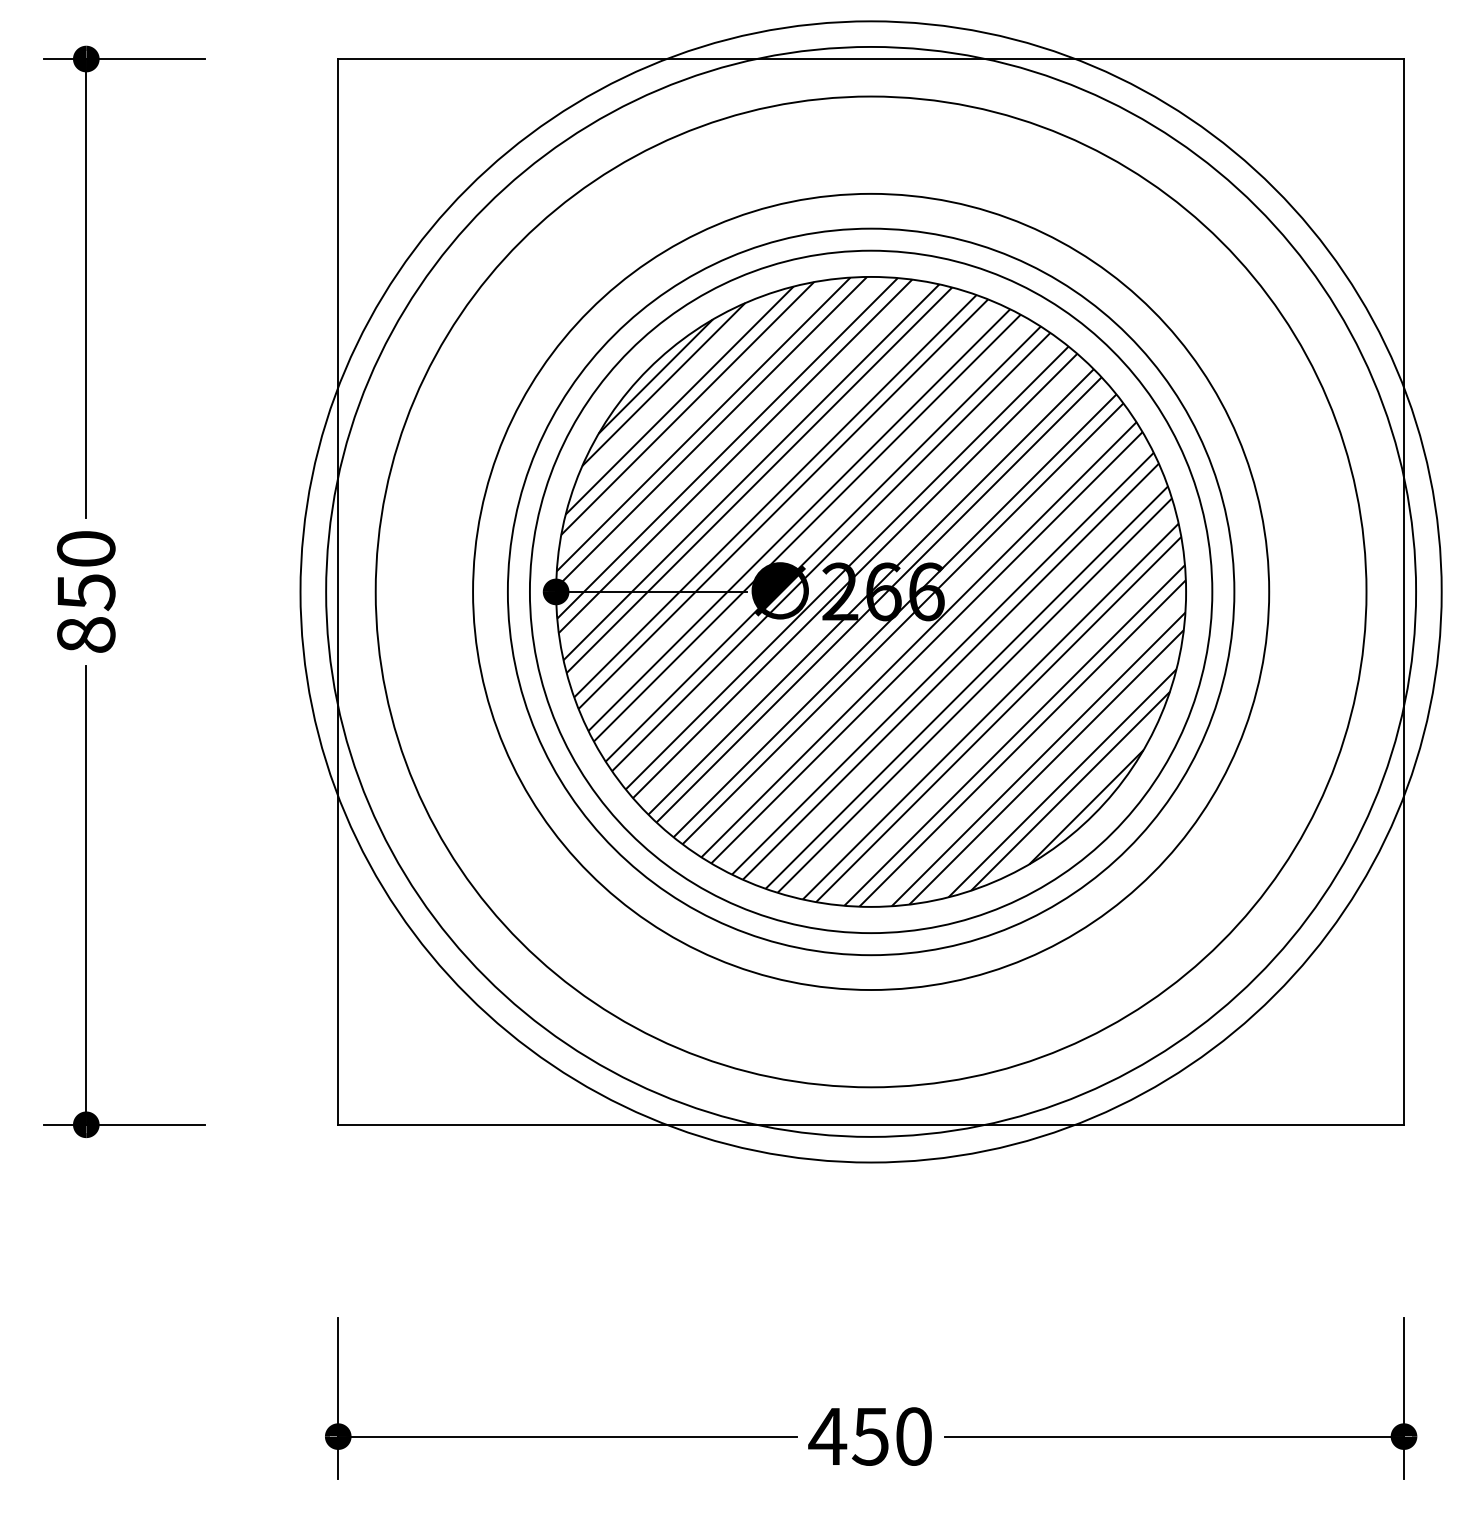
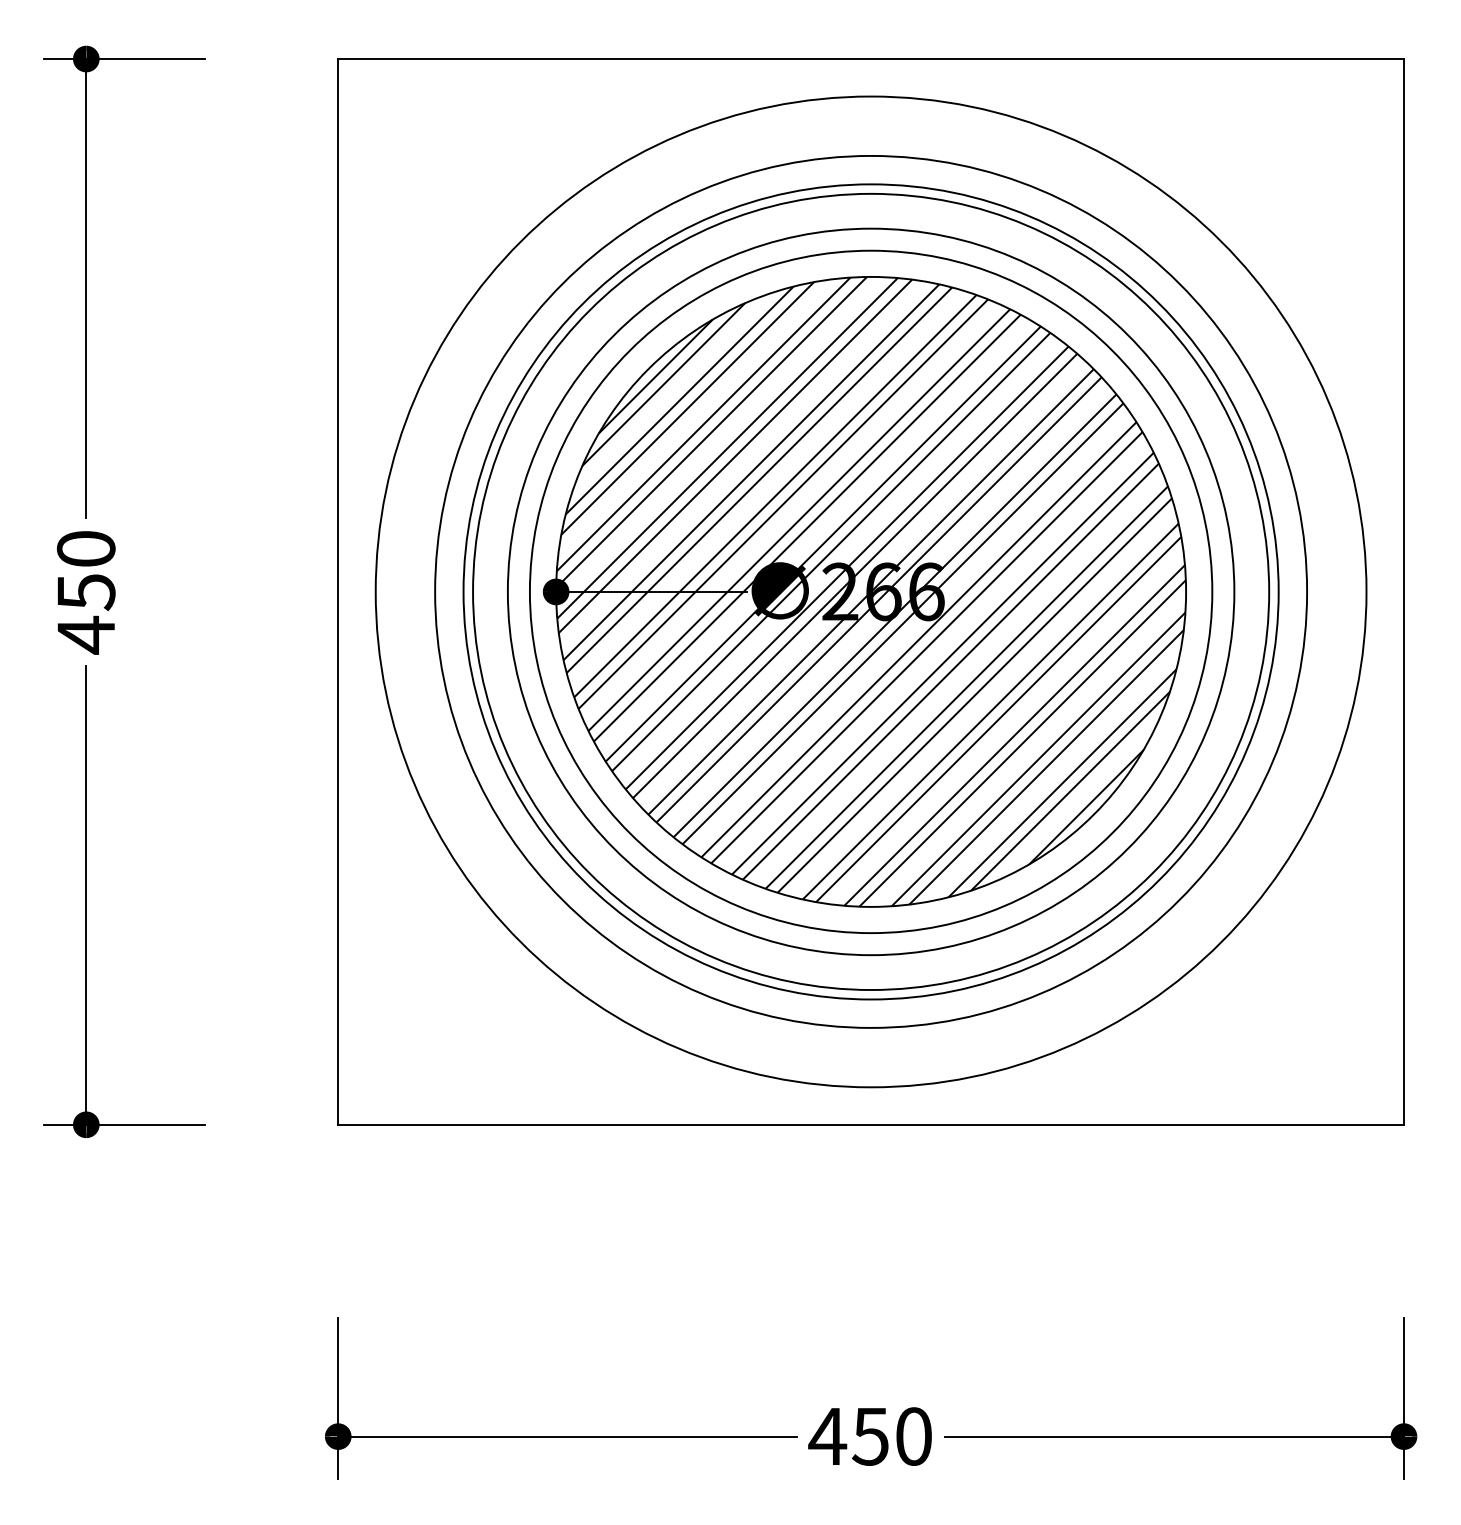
circle at (870, 591) diameter: 1141 px -> 815 px
circle at (871, 591) diameter: 1090 px -> 872 px
text at (86, 634): 850 -> 450
